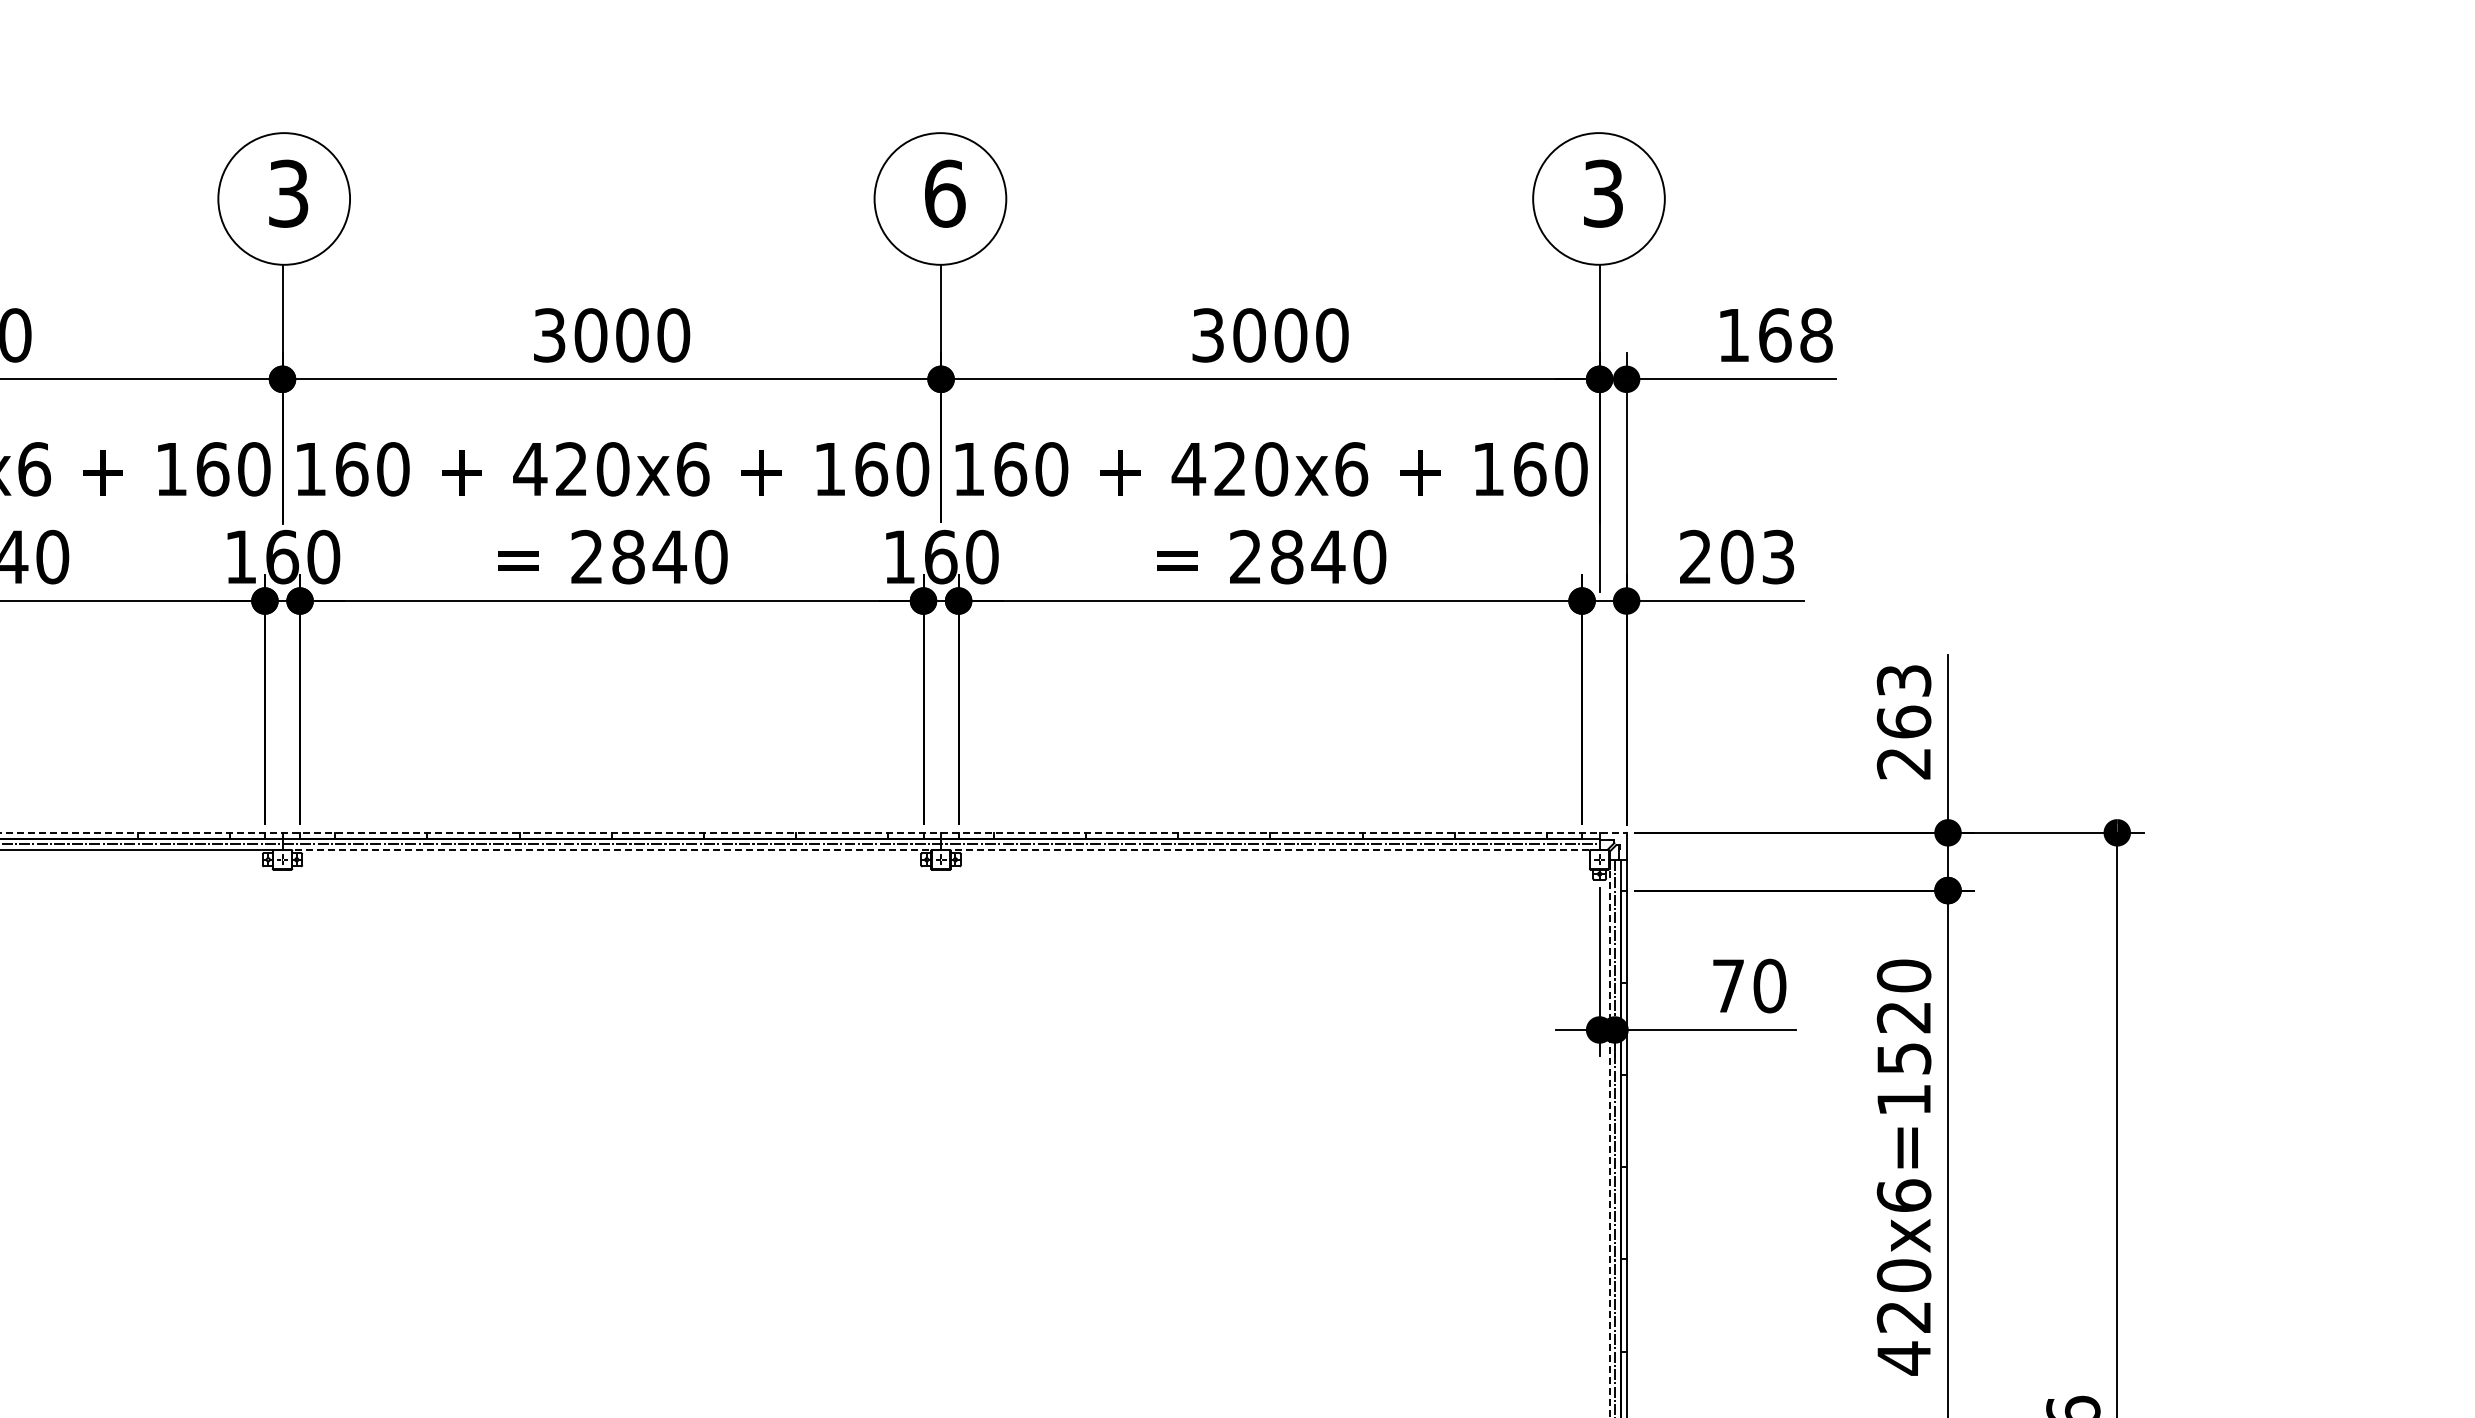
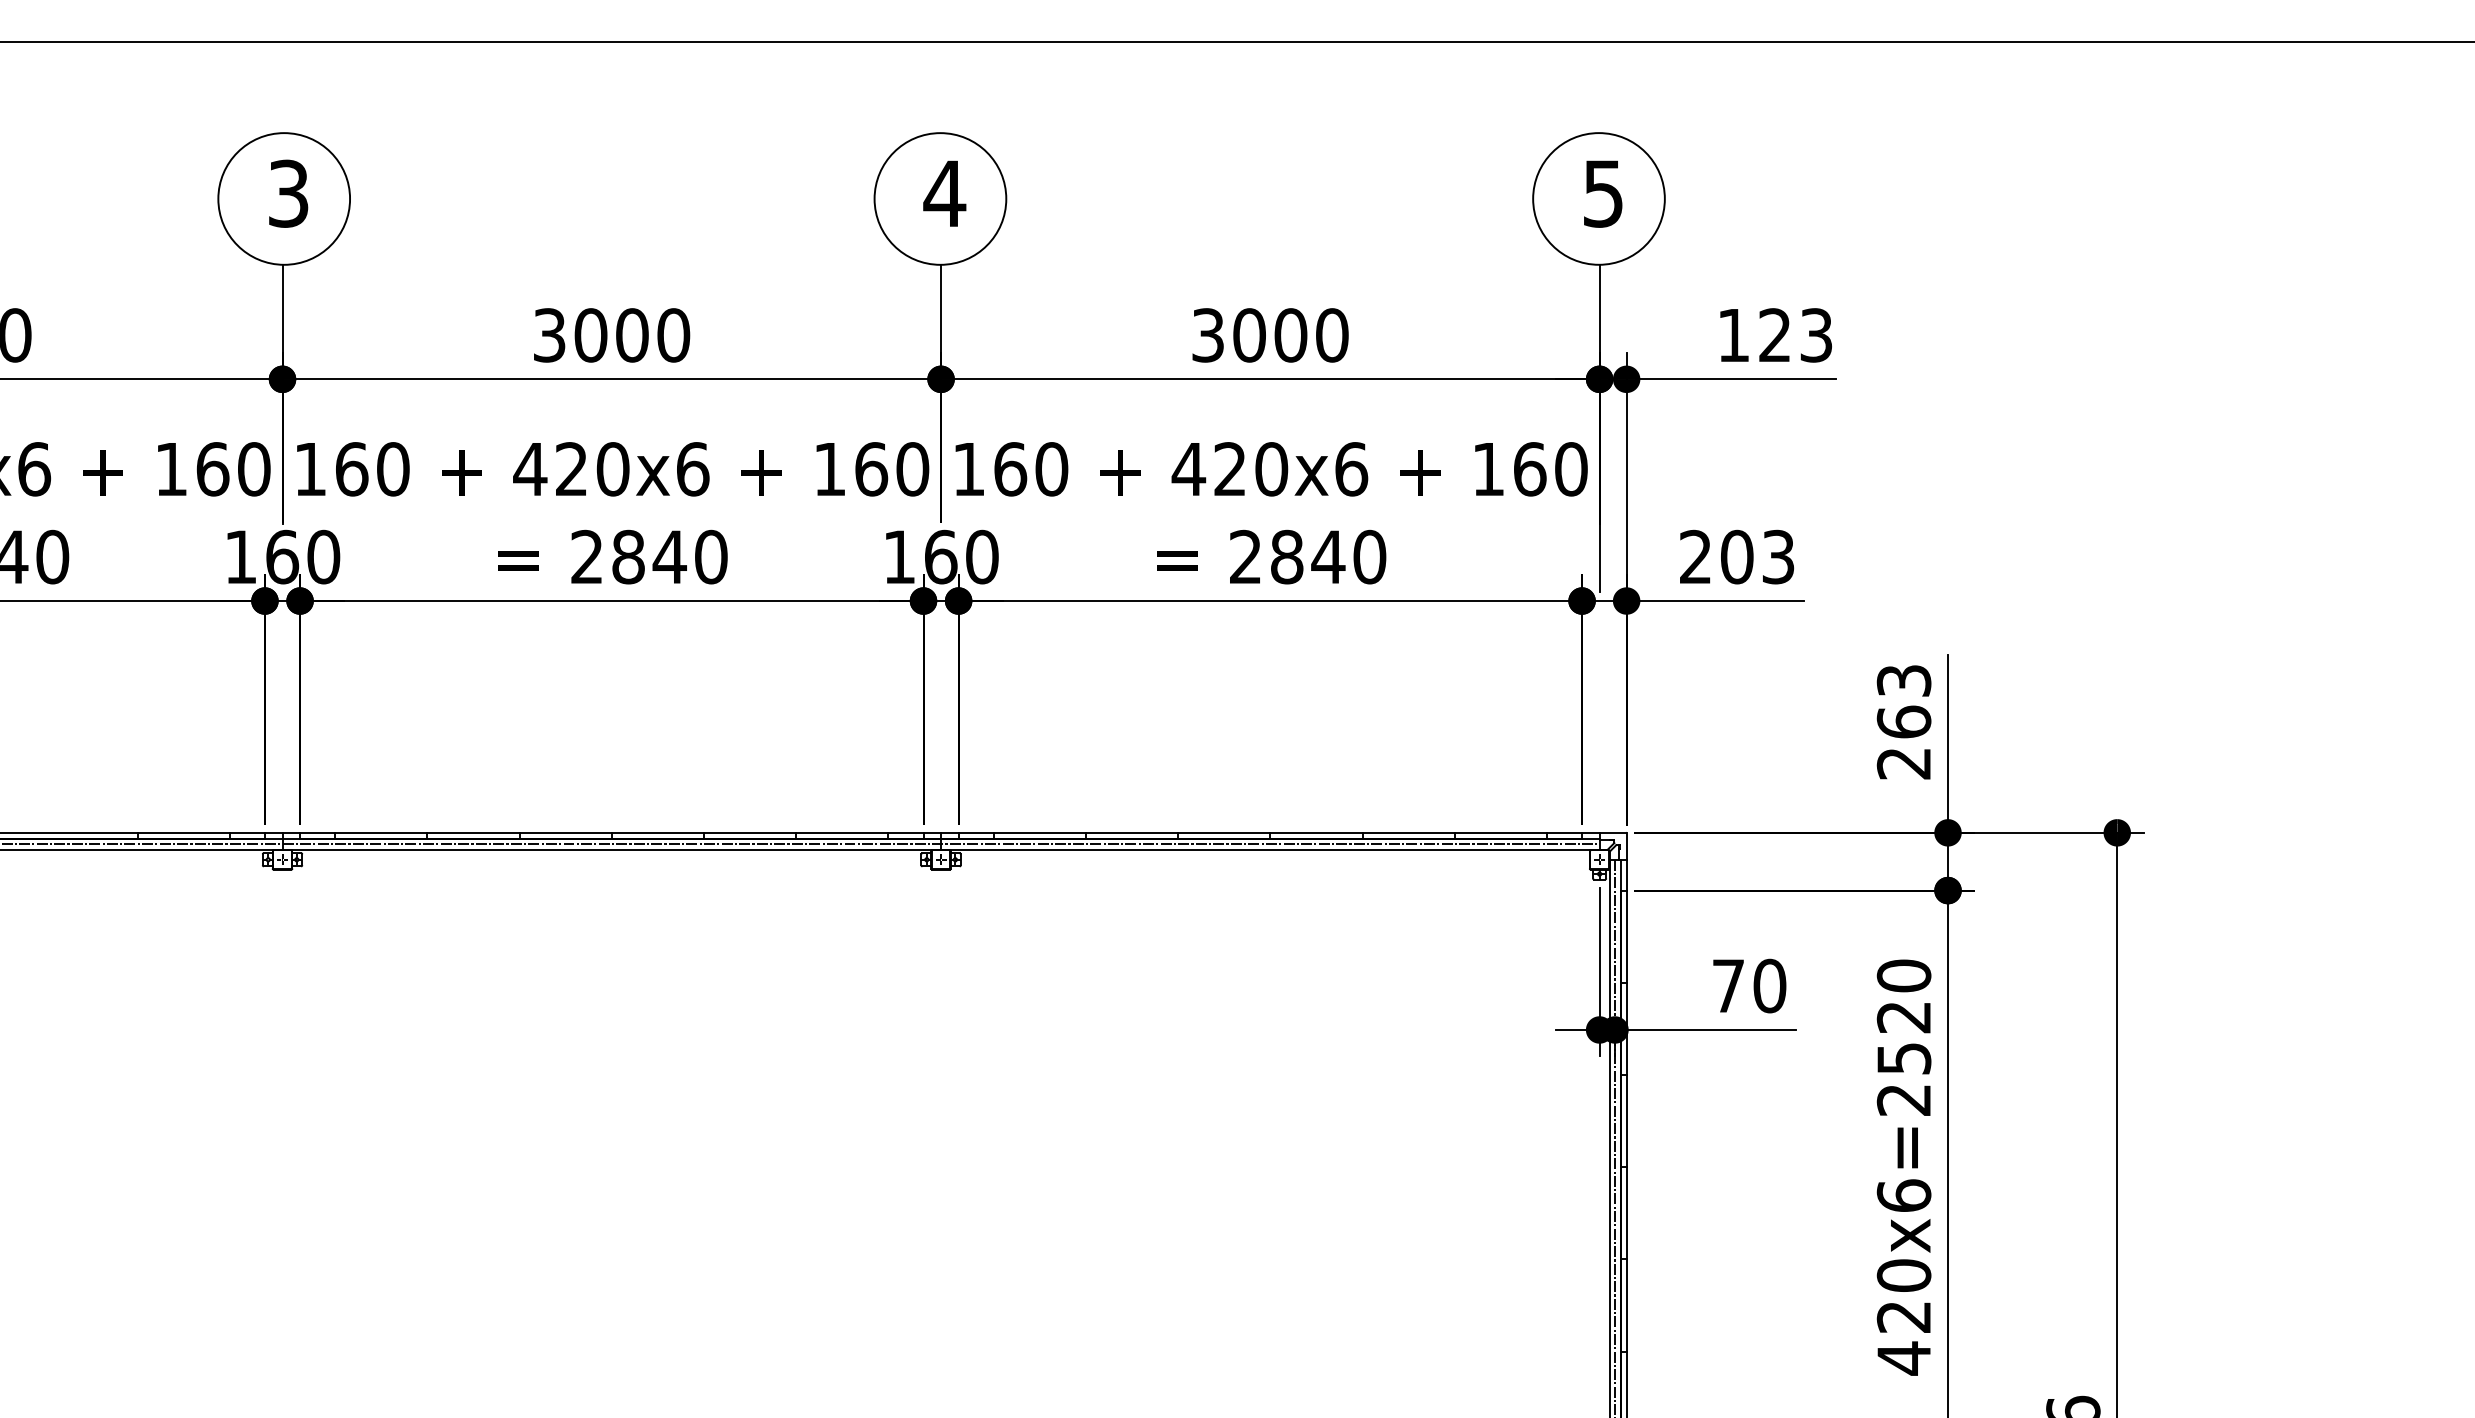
line at (1236, 42): none -> present
text at (944, 193): 6 -> 4
text at (1603, 193): 3 -> 5
text at (1795, 335): 168 -> 123
line at (813, 832): dashed -> solid
line at (941, 849): dashed -> solid
text at (1903, 1100): 420x6=1520 -> 420x6=2520
line at (1609, 1138): dashed -> solid
